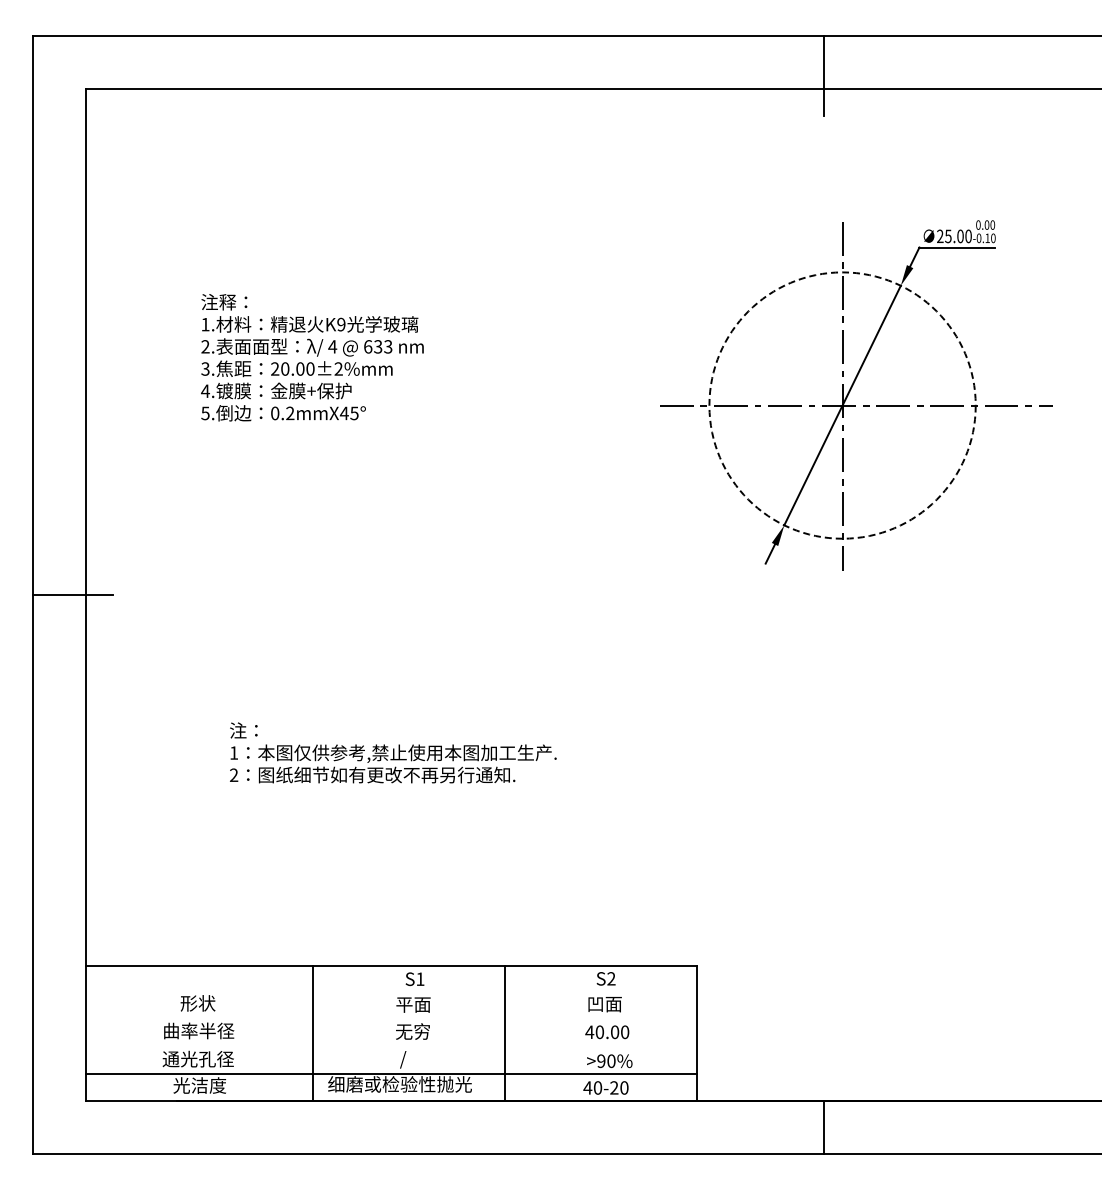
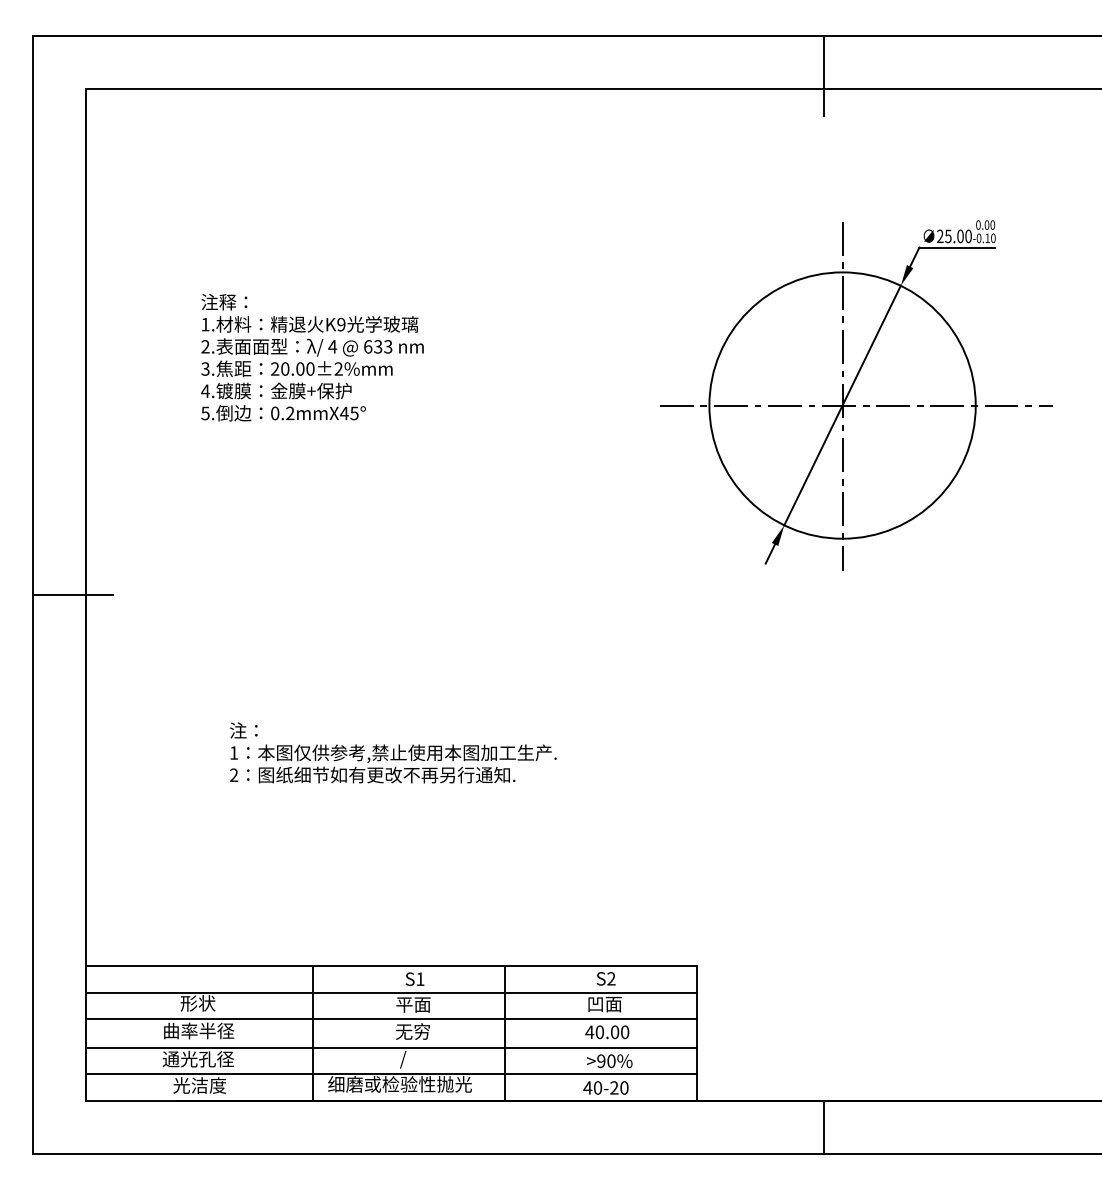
circle at (842, 405): dashed -> solid
line at (391, 992): none -> present
line at (391, 1019): none -> present
line at (391, 1047): none -> present
